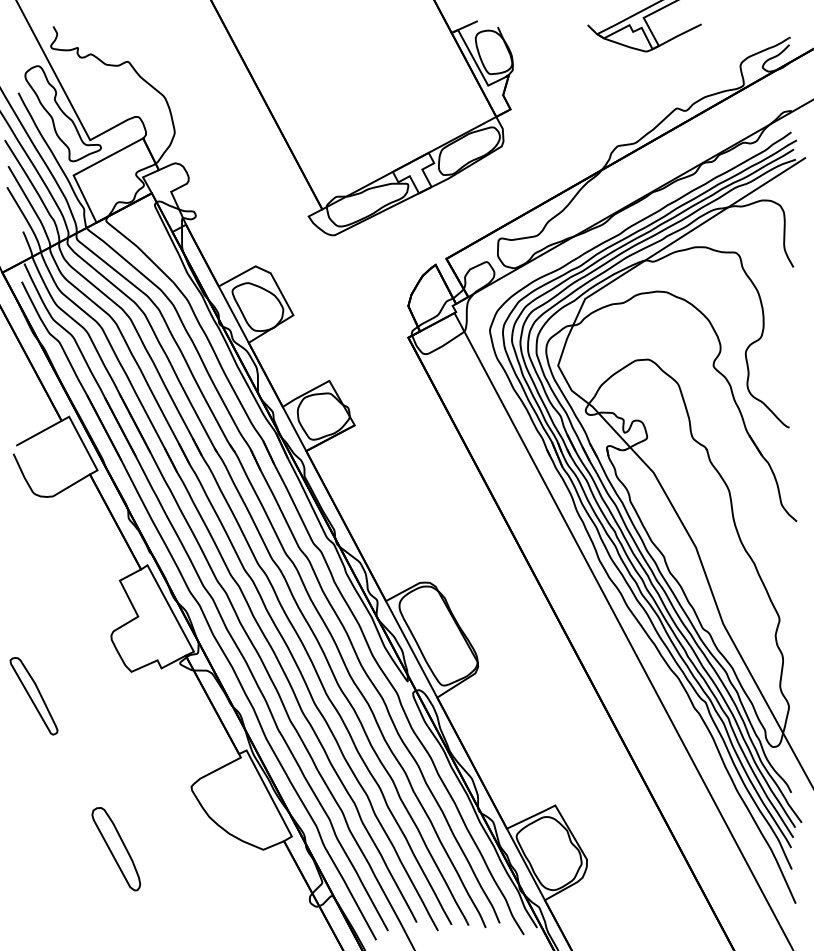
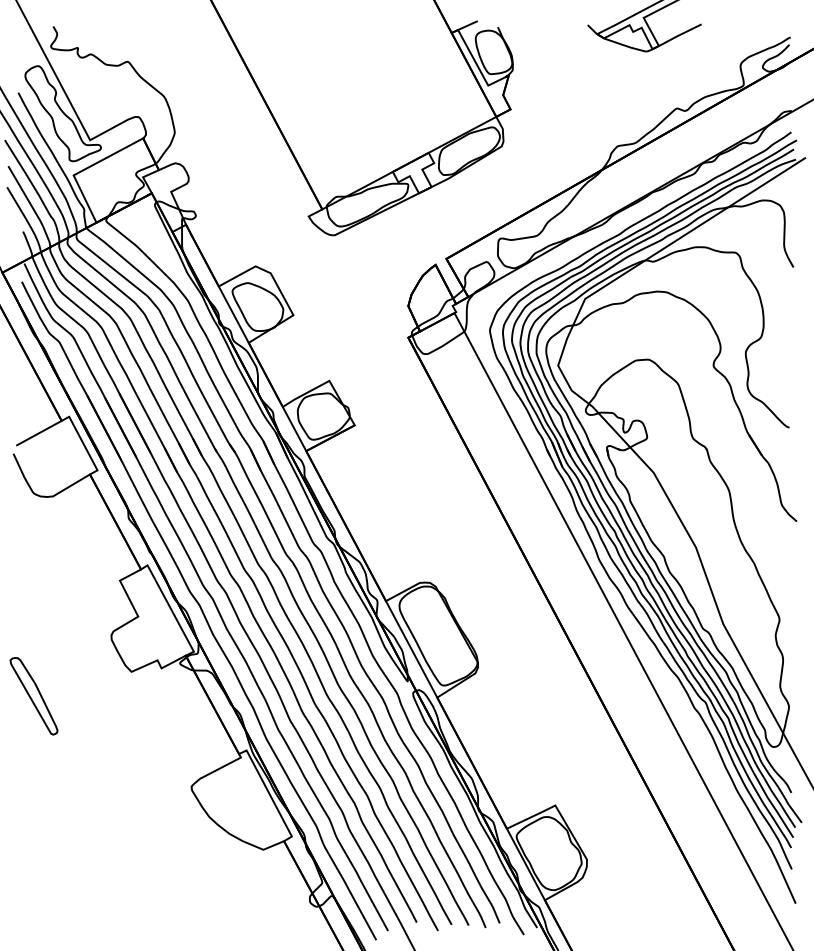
part at (116, 849): present -> none
